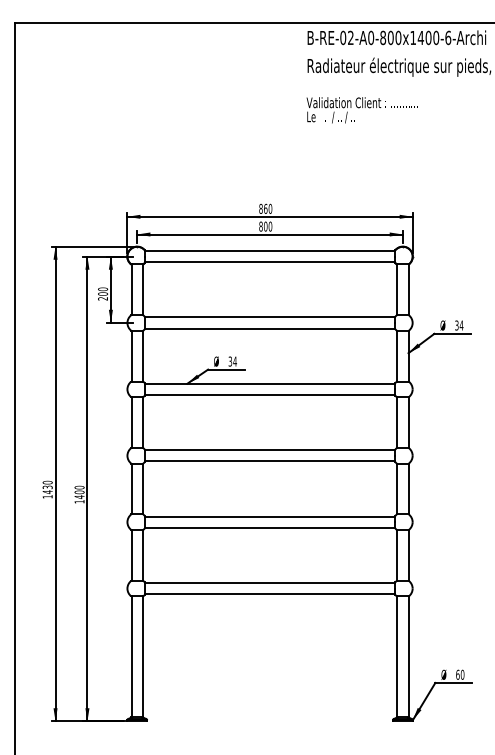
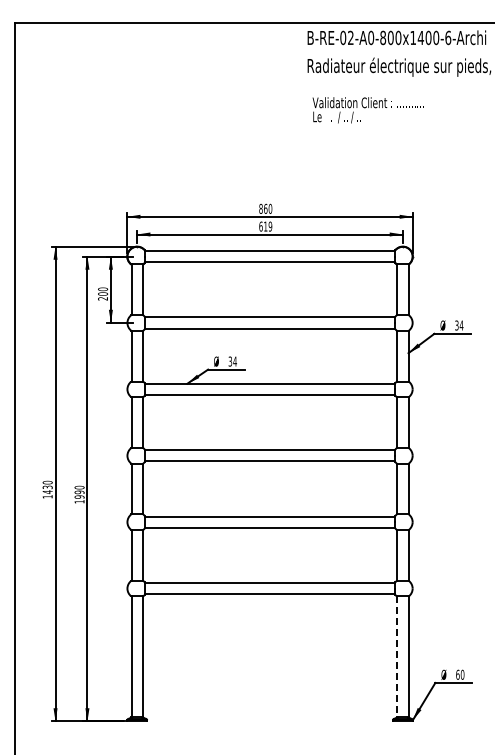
text at (361, 110) position: (361, 110) -> (367, 110)
text at (265, 226): 800 -> 619
text at (79, 494): 1400 -> 1990
line at (397, 657): solid -> dashed
